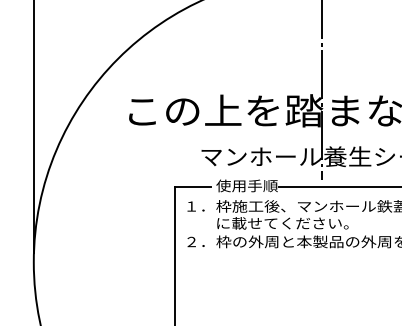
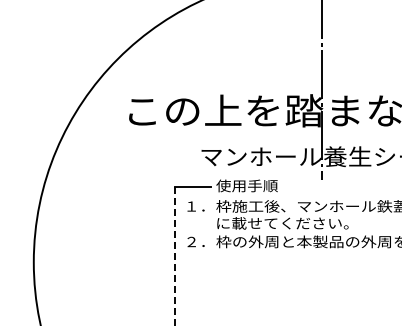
line at (33, 127): present -> none
line at (338, 186): present -> none
line at (175, 256): solid -> dashed
